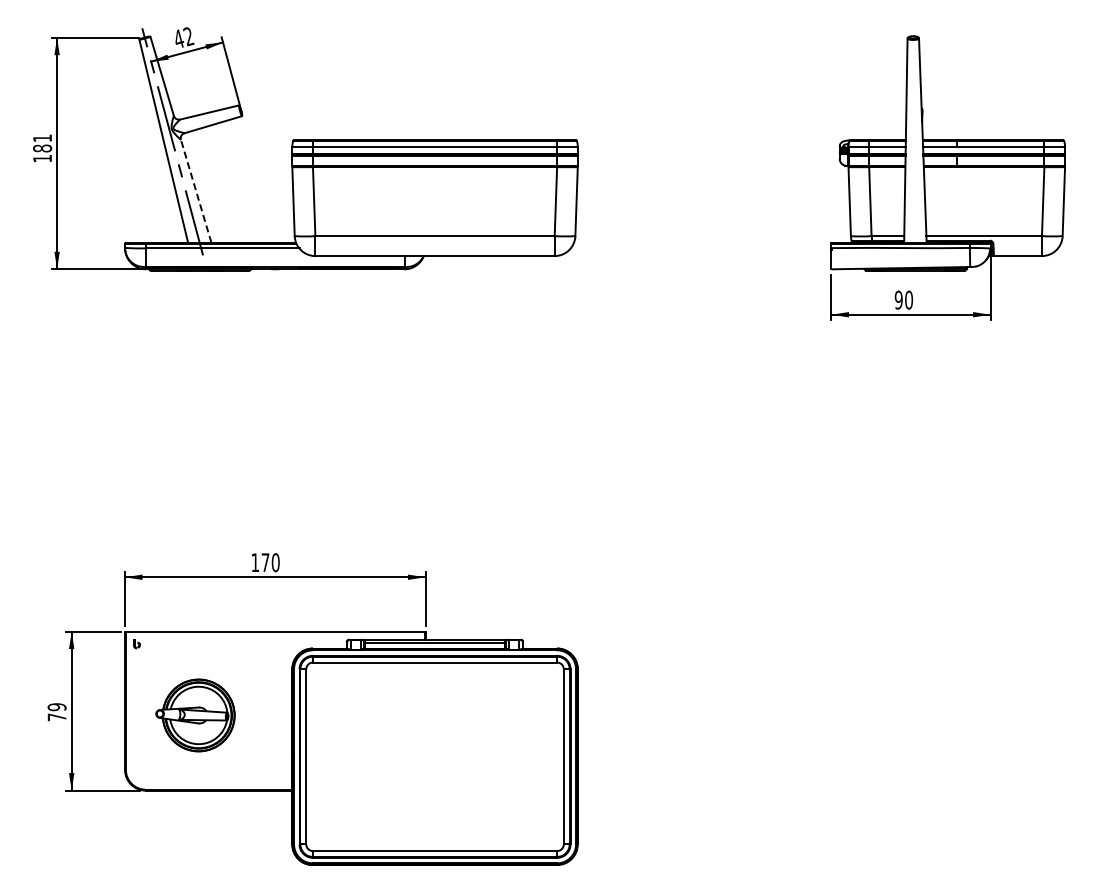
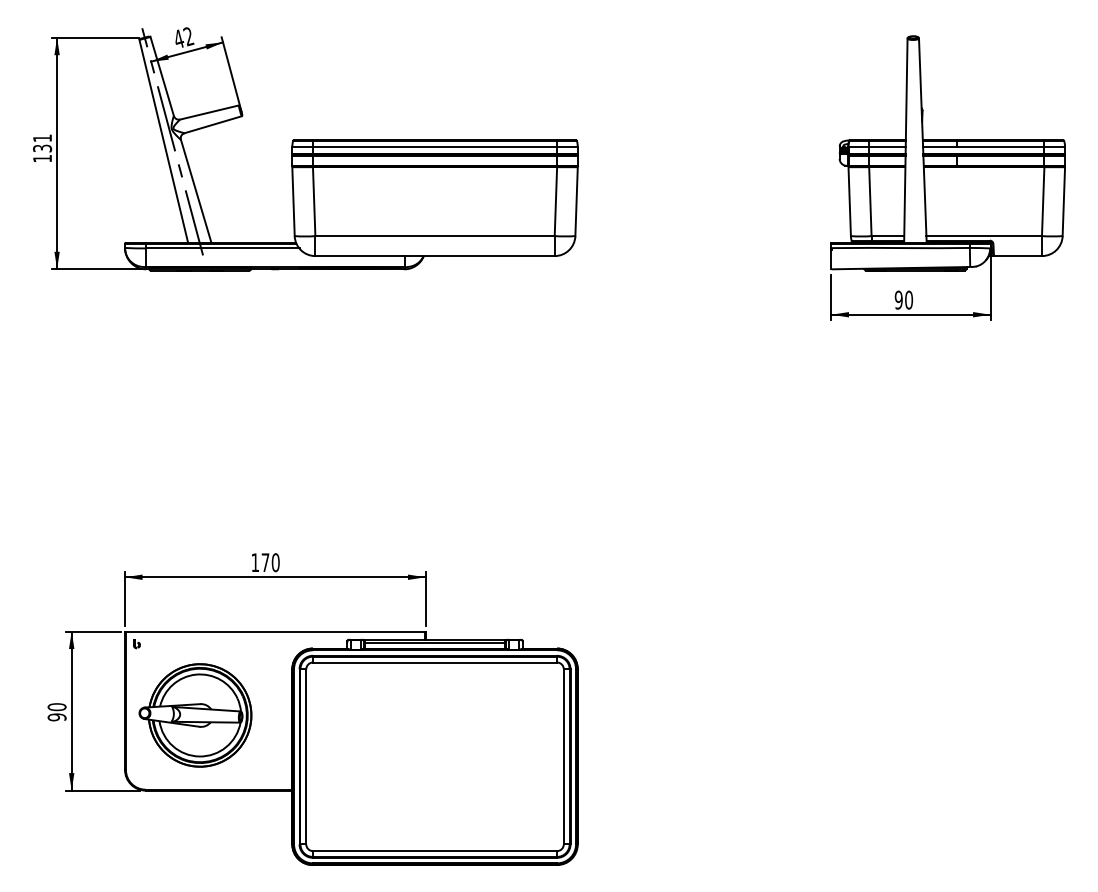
text at (42, 148): 181 -> 131
line at (196, 191): dashed -> solid
text at (56, 712): 79 -> 90
part at (195, 715) size: 81x75 px -> 115x105 px
